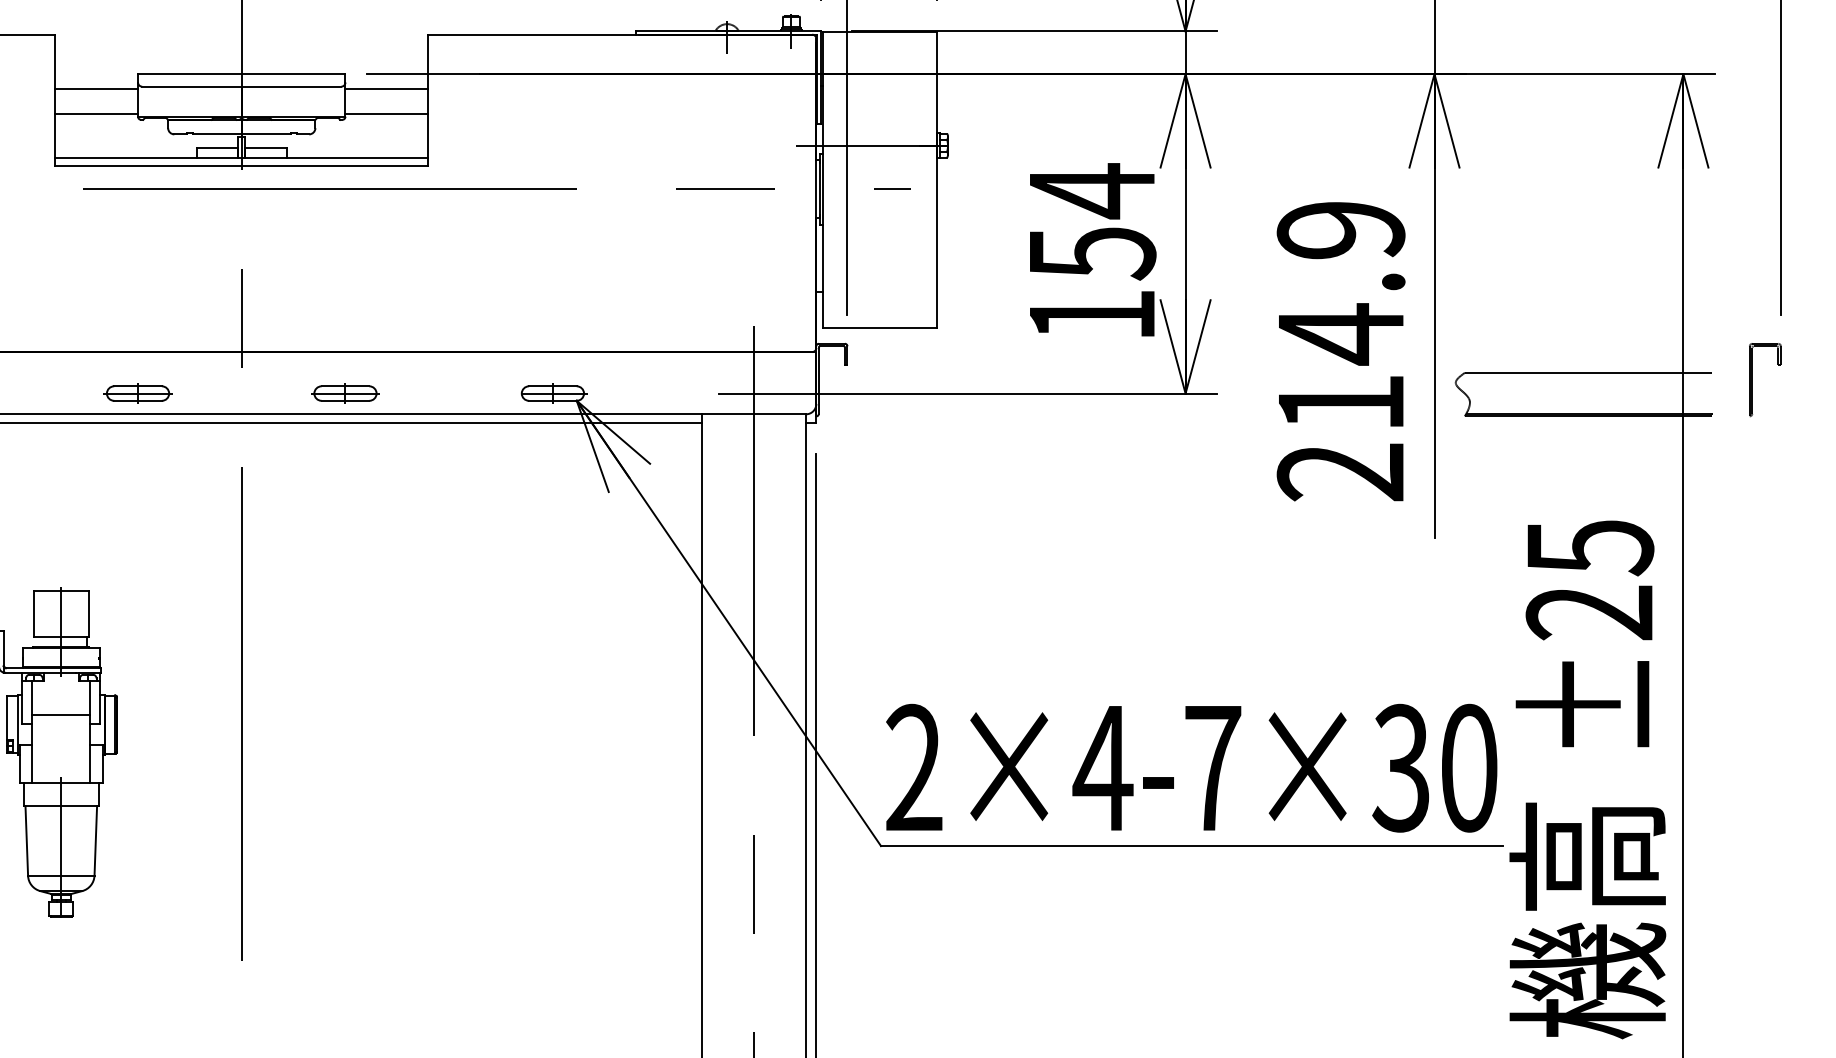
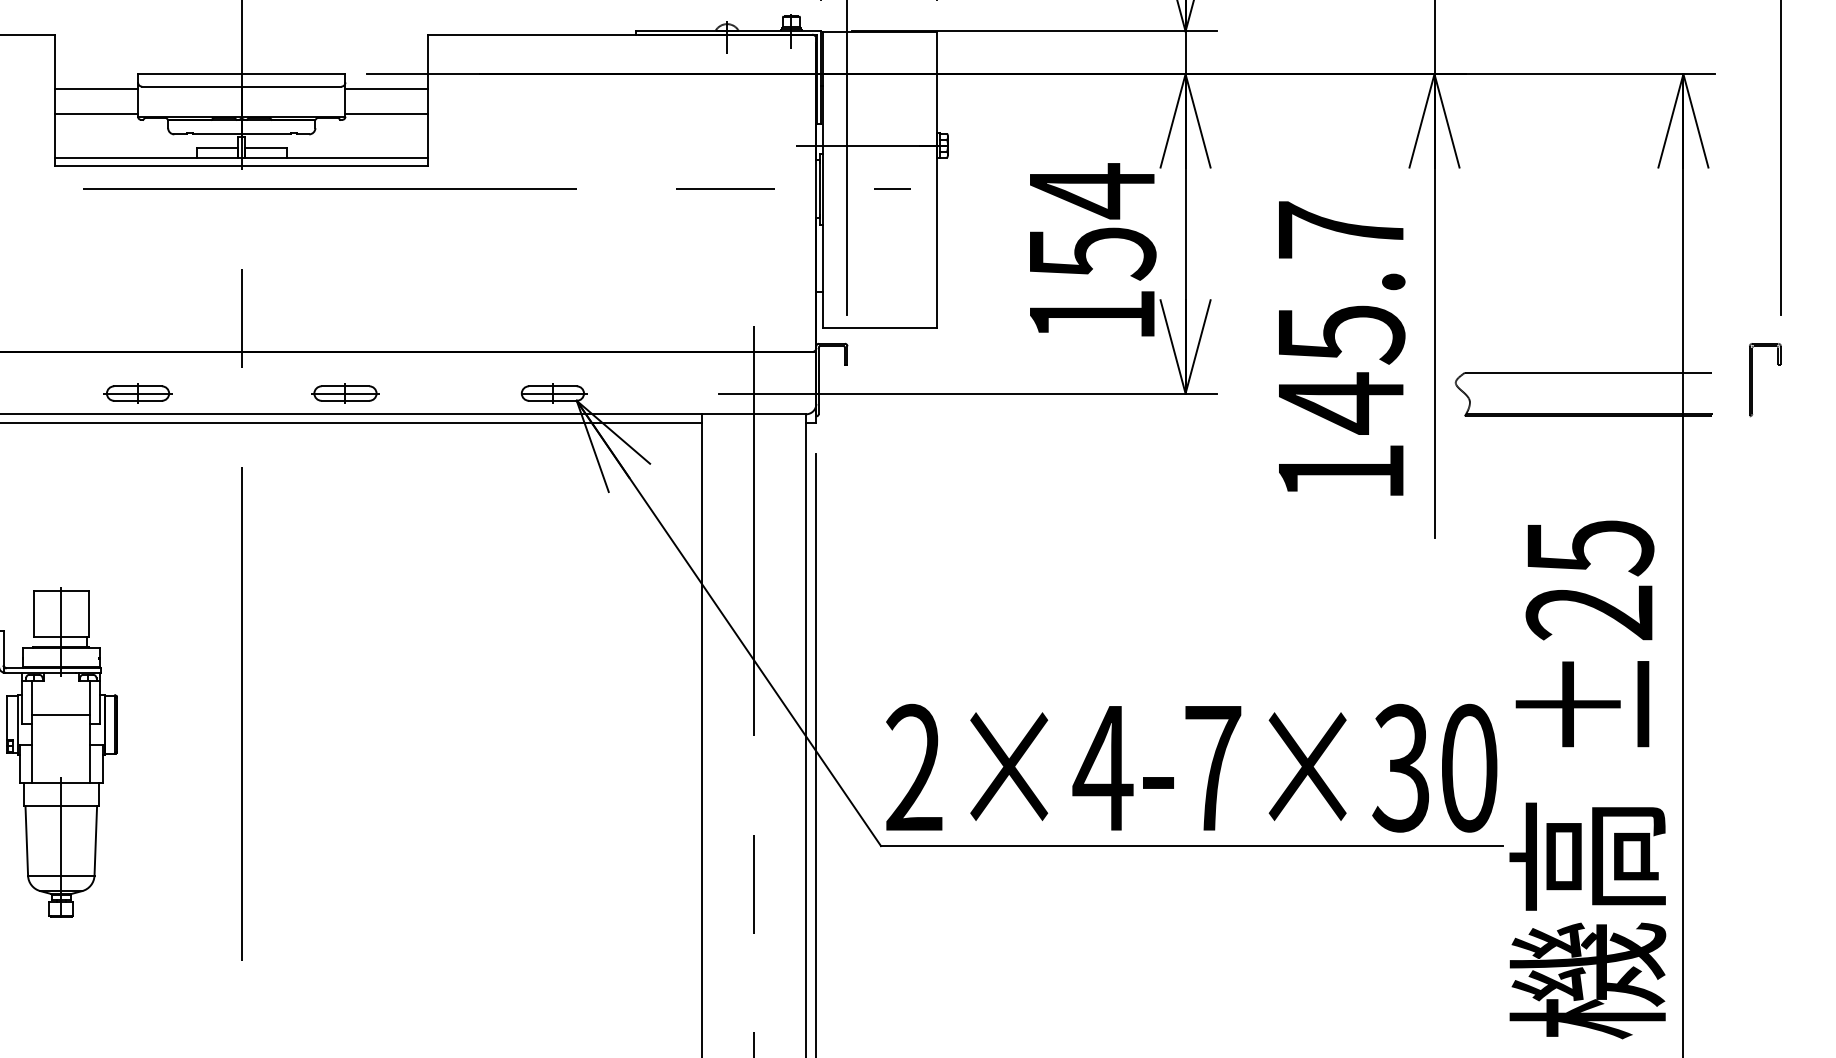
text at (1340, 351): 214.9 -> 145.7
